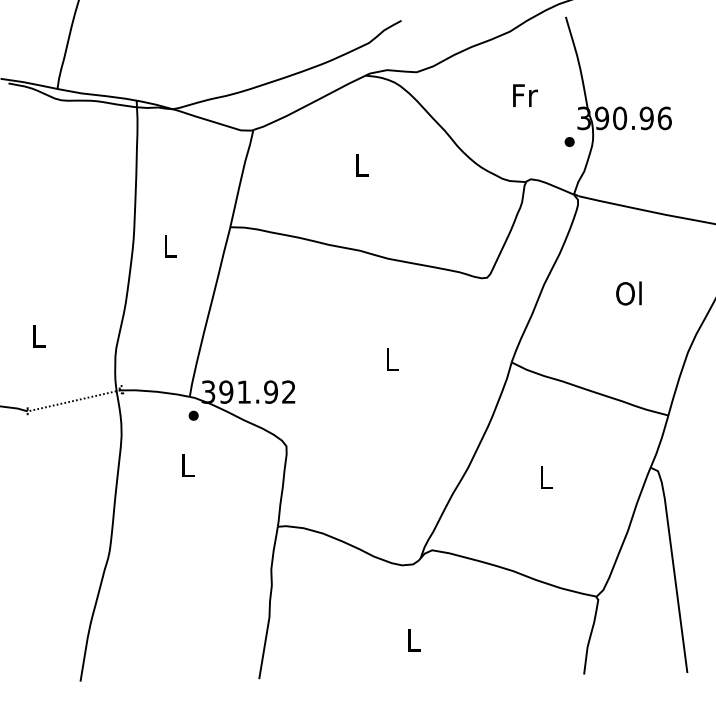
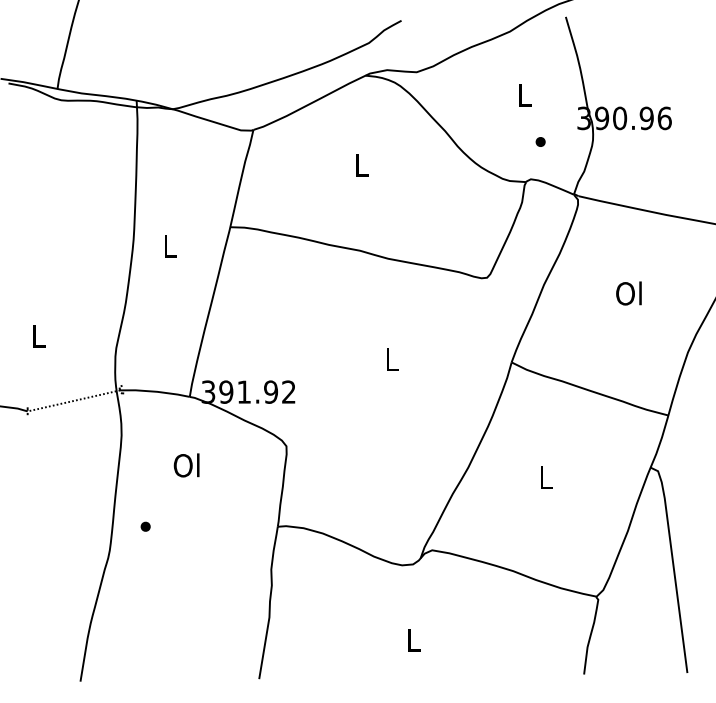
text at (525, 95): Fr -> L
part at (569, 141) position: (569, 141) -> (540, 141)
part at (193, 415) position: (193, 415) -> (145, 526)
text at (186, 465): L -> Ol
